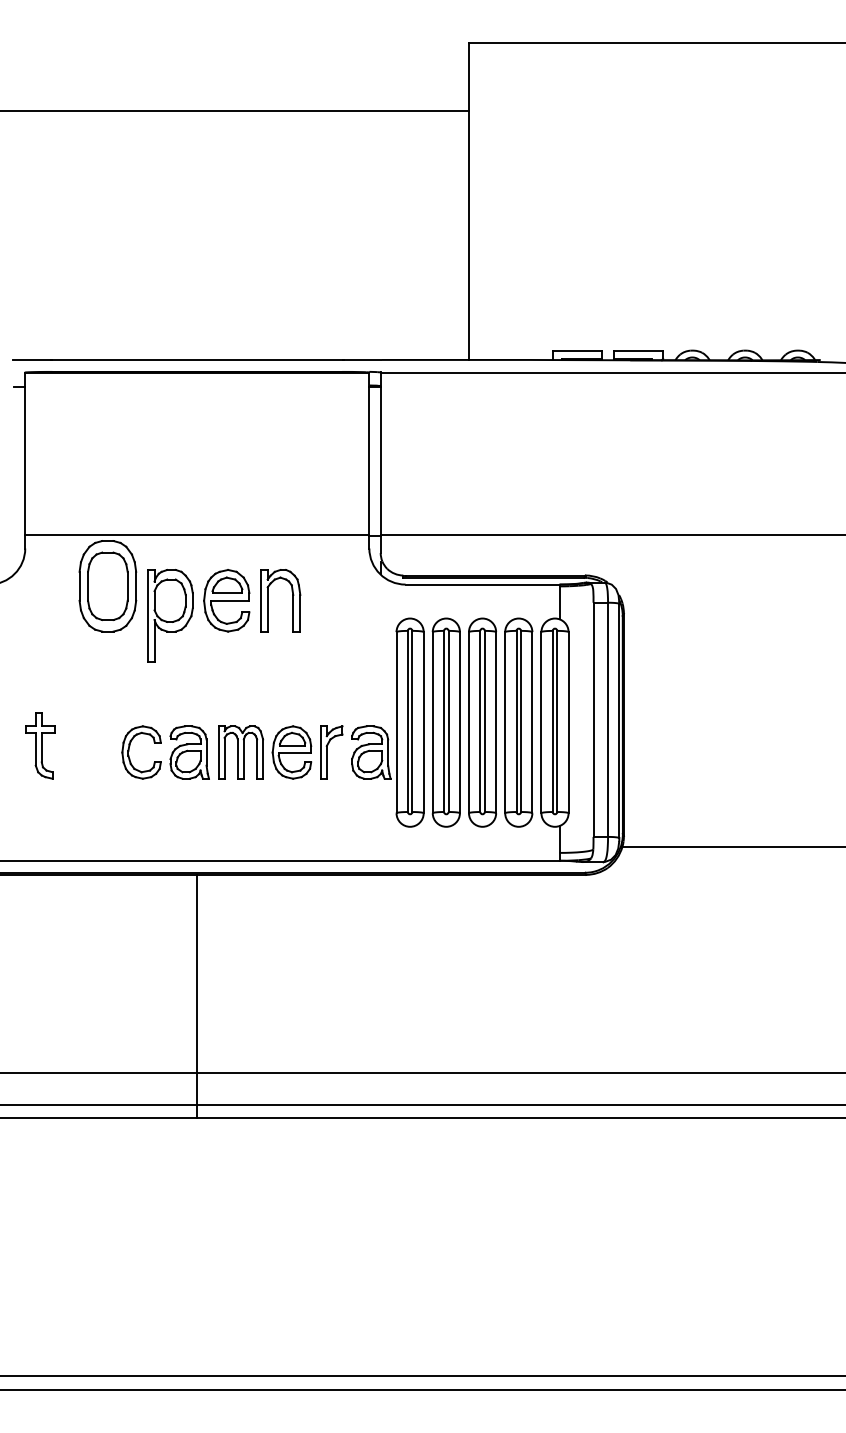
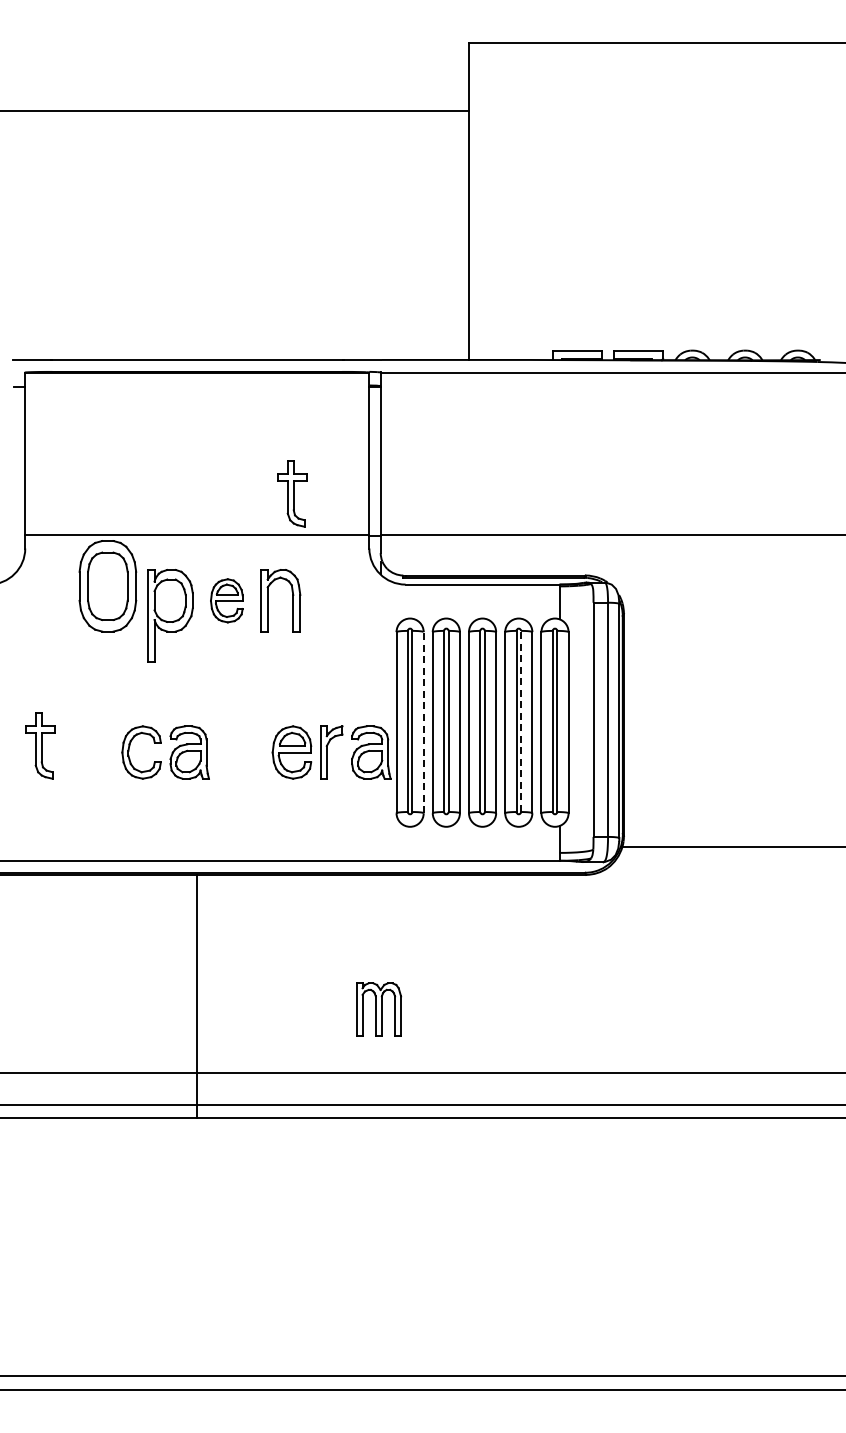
part at (292, 493): none -> present
part at (226, 600) size: 48x64 px -> 34x46 px
line at (521, 721): solid -> dashed
line at (423, 722): solid -> dashed
part at (241, 752) position: (241, 752) -> (379, 1009)
